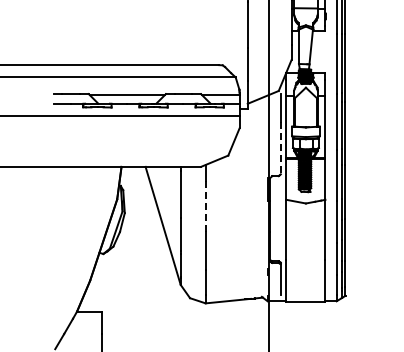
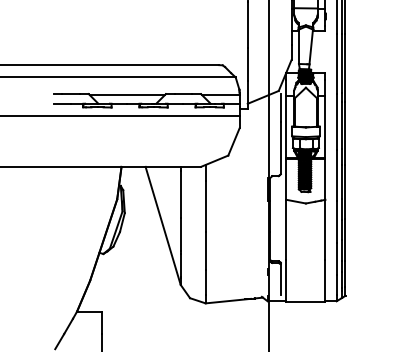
line at (280, 148): dashed -> solid
line at (205, 206): dashed -> solid
